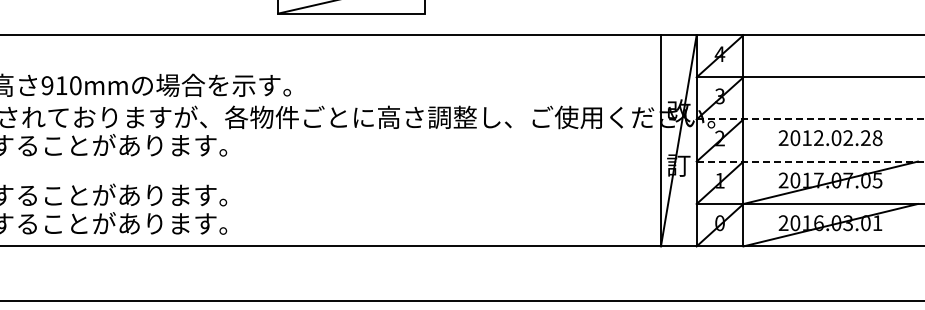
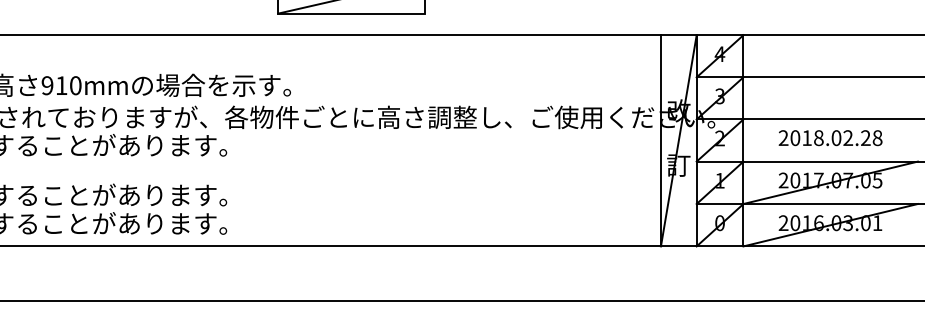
line at (810, 119): dashed -> solid
text at (818, 138): 2012.02.28 -> 2018.02.28
line at (810, 161): dashed -> solid
